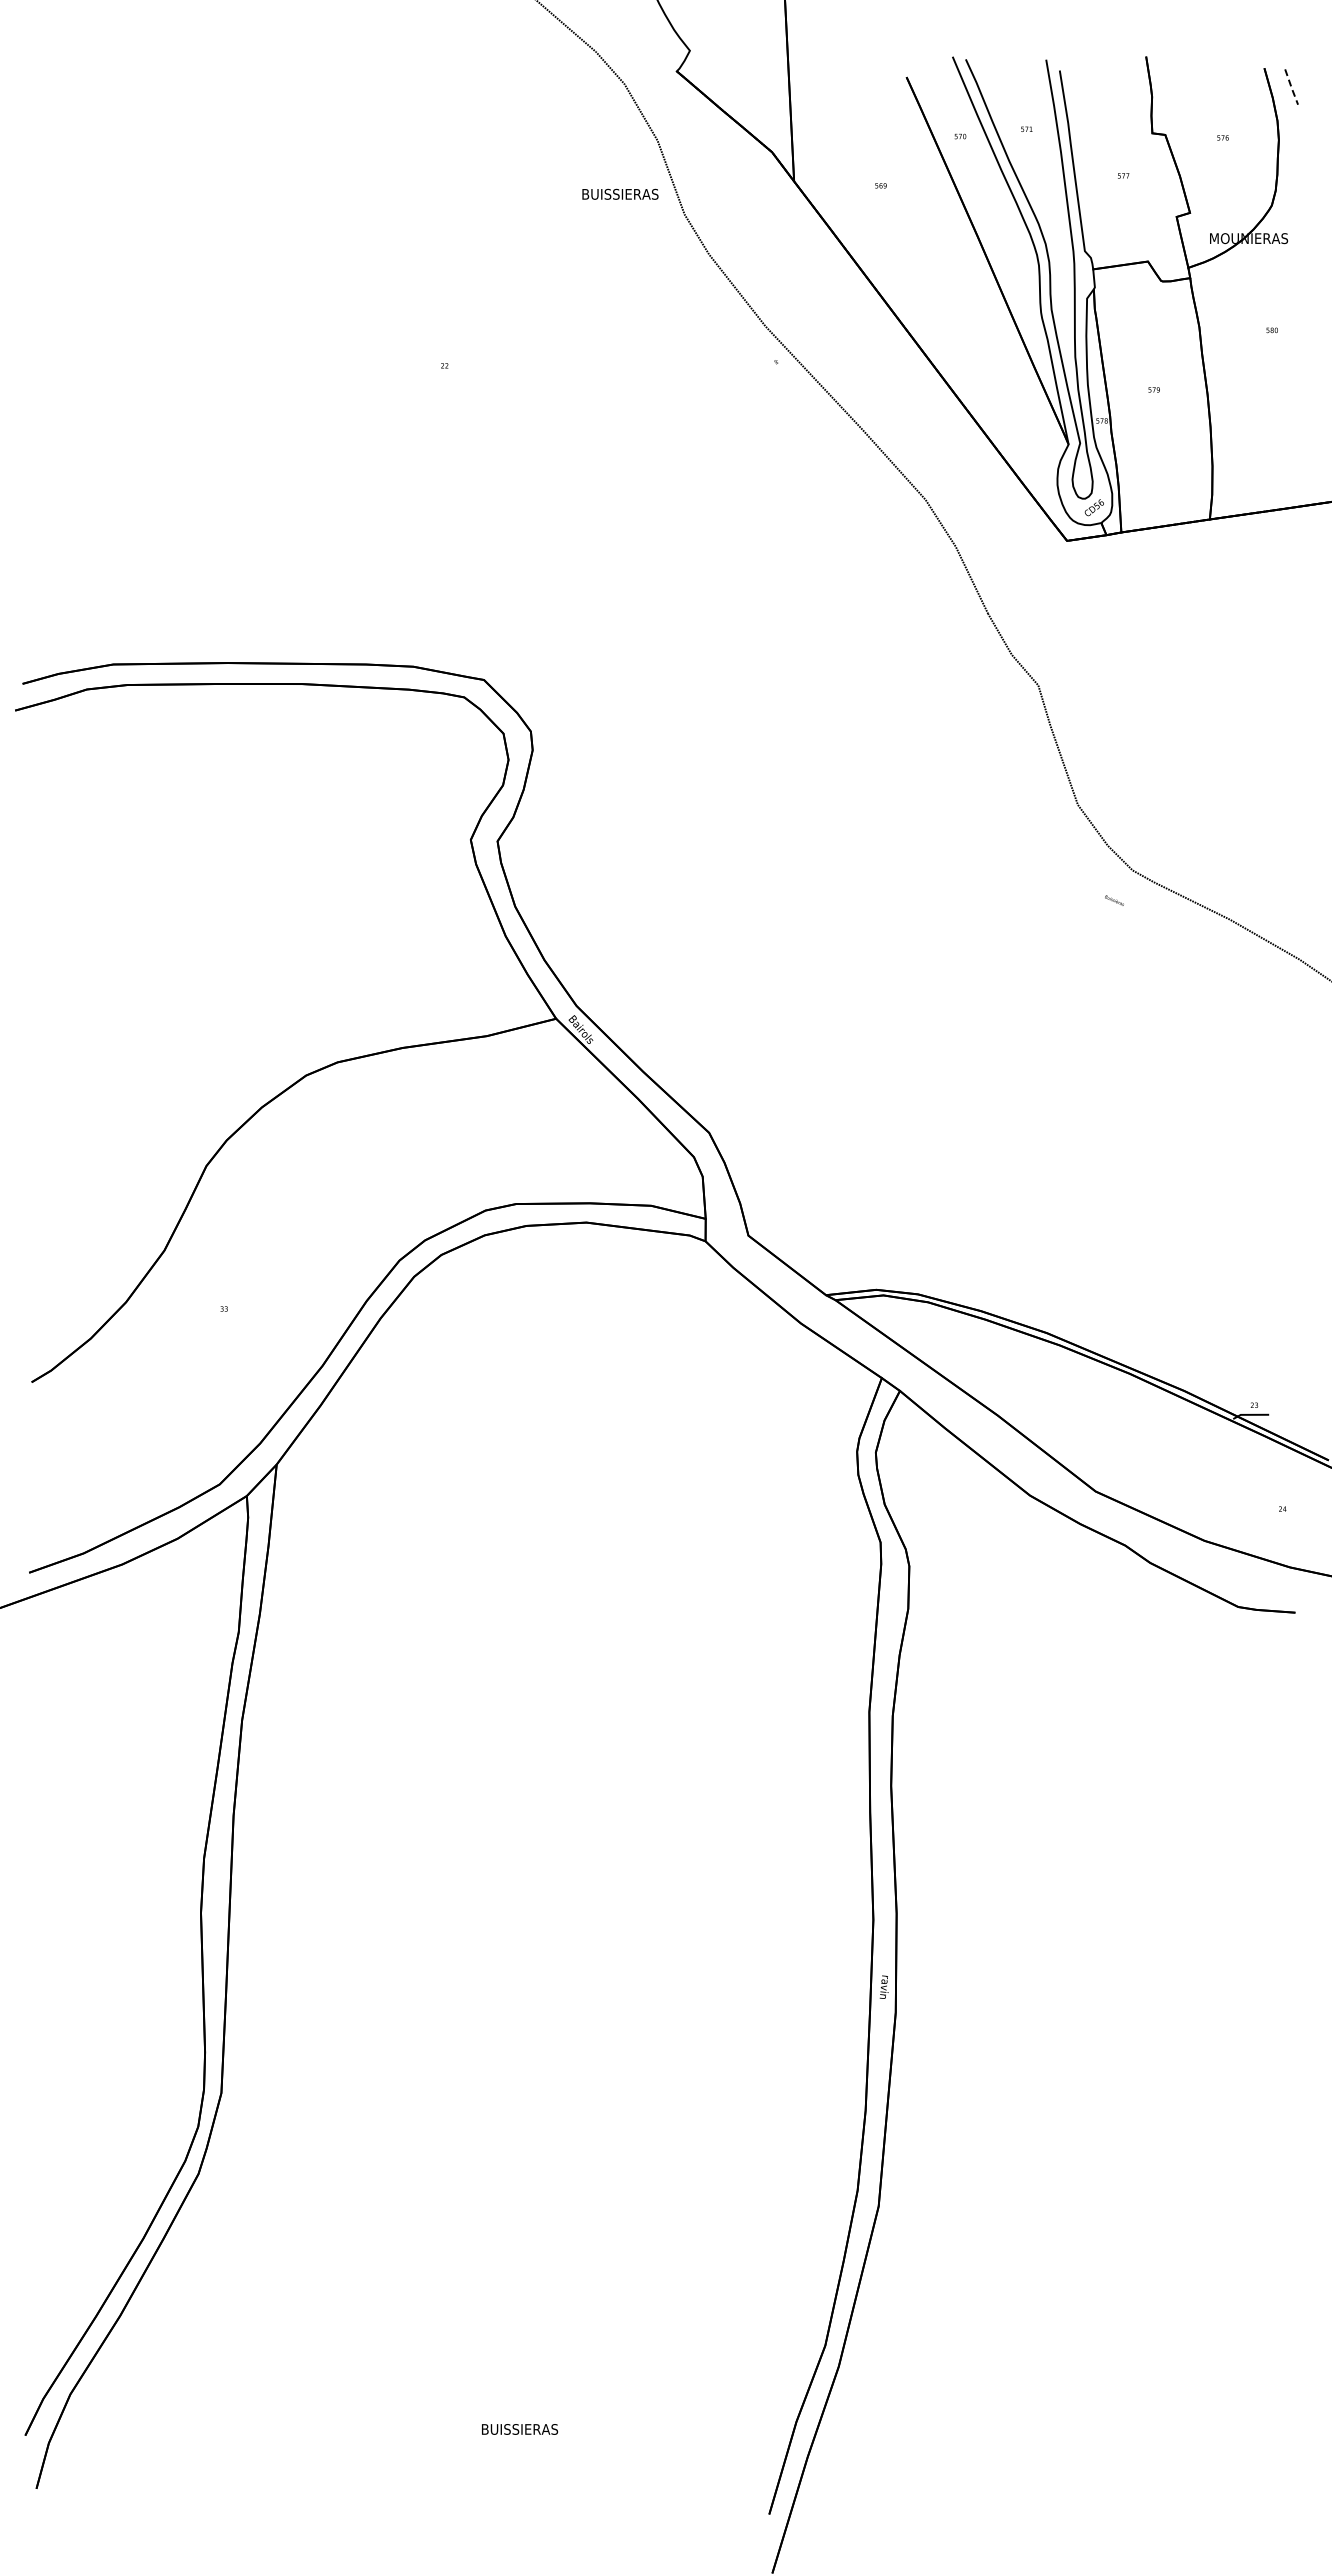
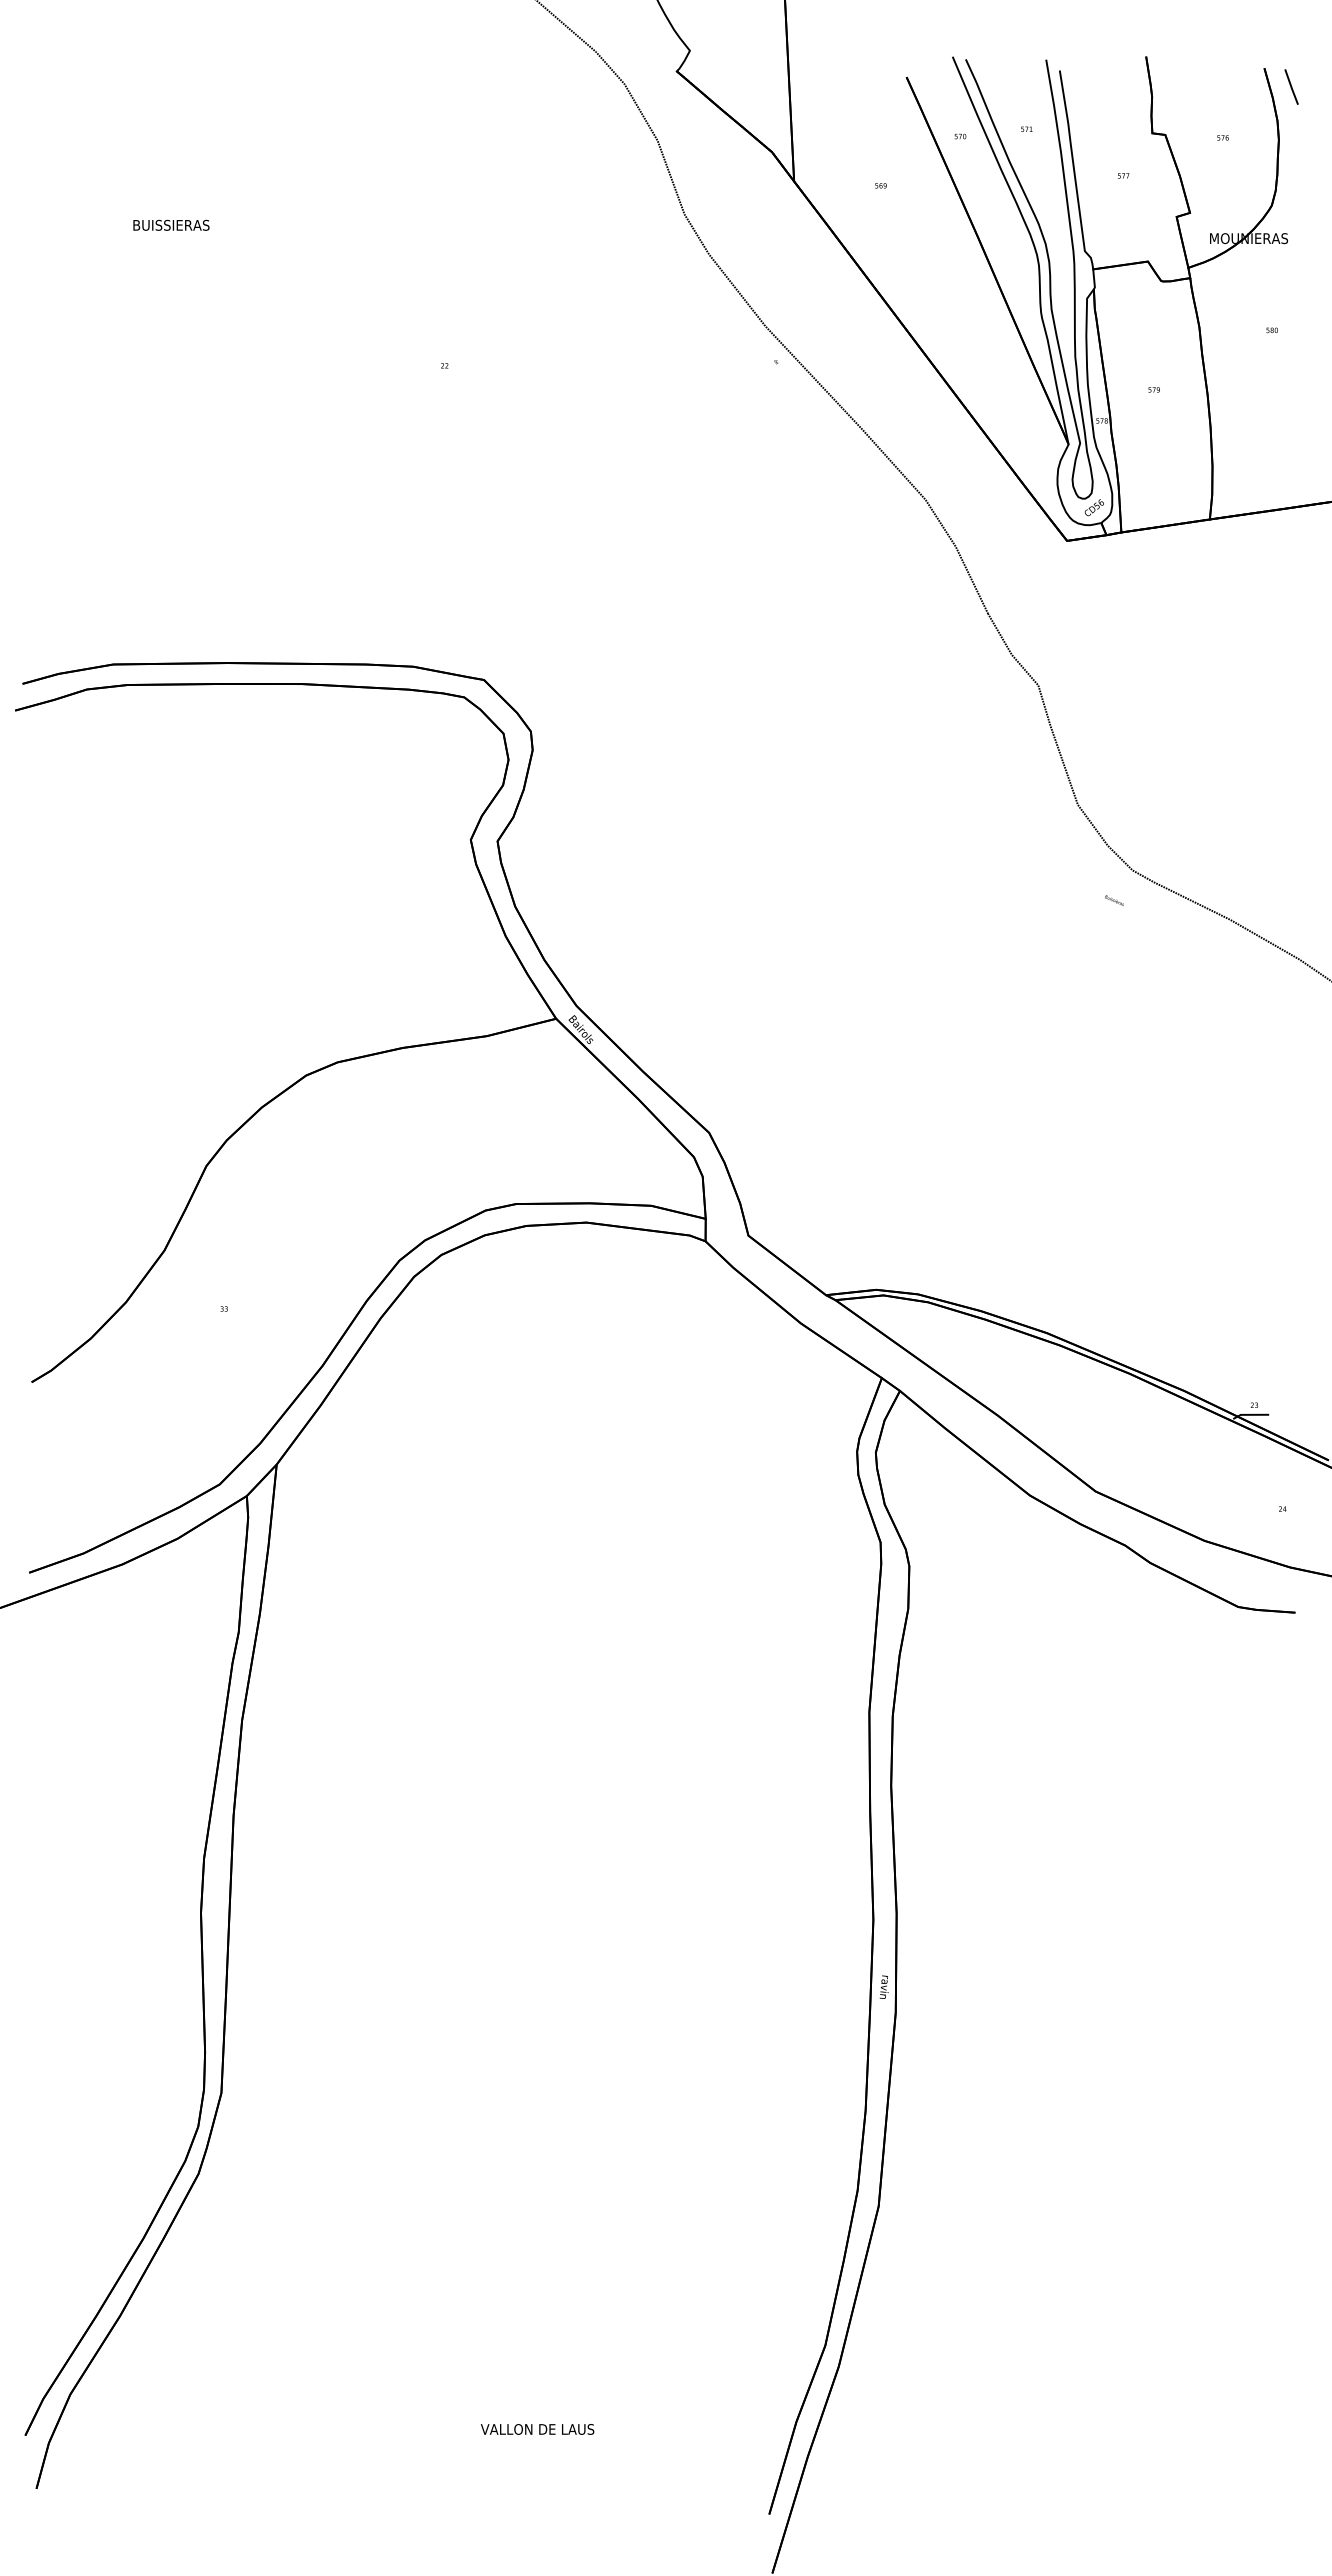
line at (1291, 88): dashed -> solid
text at (620, 193) position: (620, 193) -> (171, 224)
text at (537, 2429): BUISSIERAS -> VALLON DE LAUS
